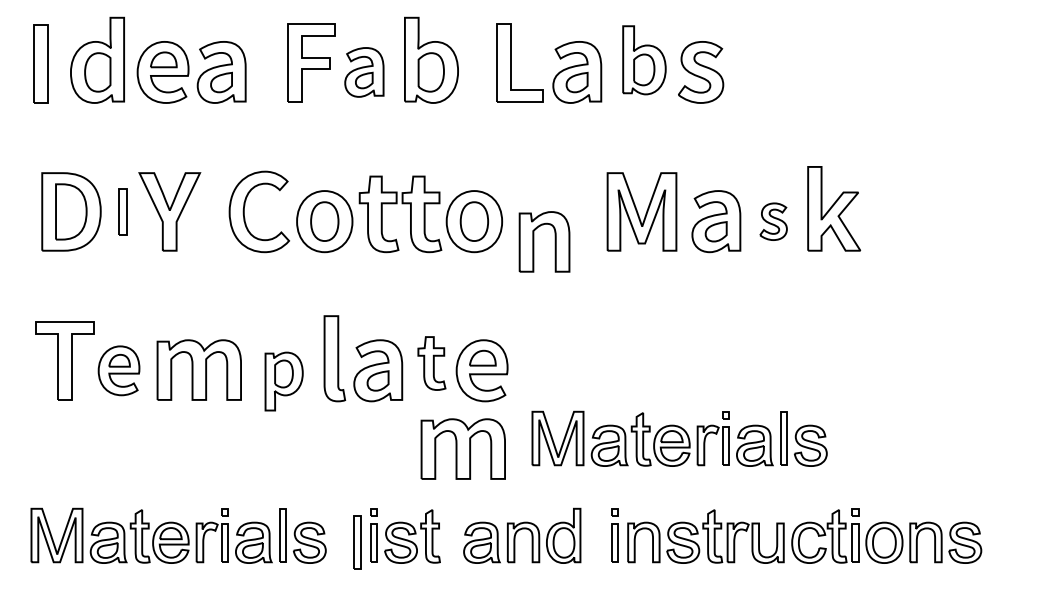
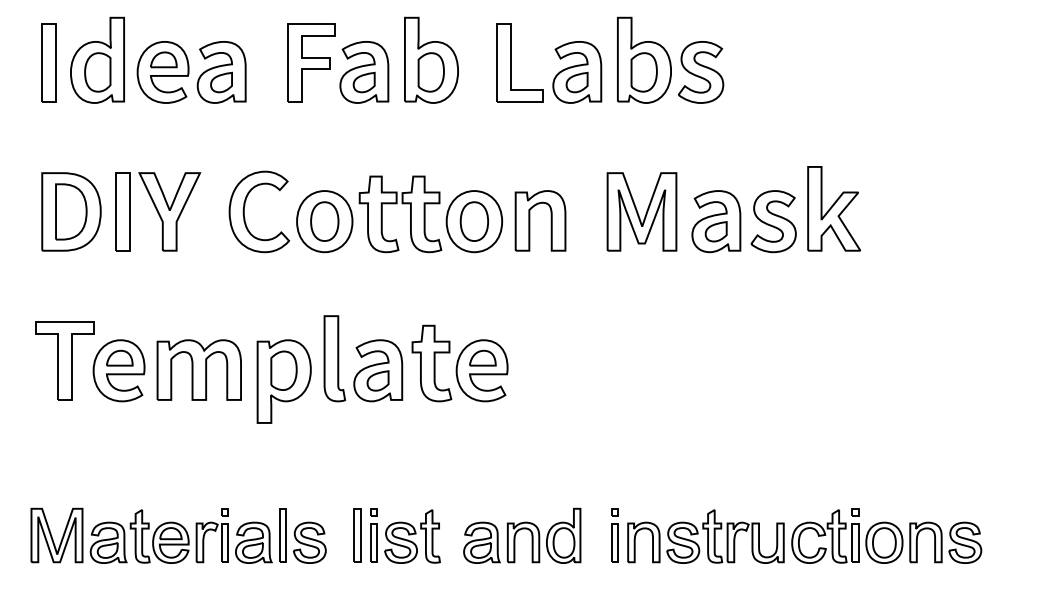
part at (644, 60) size: 45x71 px -> 55x88 px
part at (40, 63) position: (40, 63) -> (48, 62)
part at (364, 72) size: 41x51 px -> 51x63 px
part at (122, 211) size: 10x48 px -> 16x80 px
part at (773, 221) size: 29x39 px -> 47x64 px
part at (534, 241) position: (534, 241) -> (530, 220)
part at (431, 363) size: 30x55 px -> 42x79 px
part at (118, 370) size: 44x52 px -> 54x64 px
part at (283, 381) size: 40x61 px -> 56x85 px
part at (679, 438): present -> none
part at (462, 448): present -> none
part at (357, 542) position: (357, 542) -> (357, 535)
